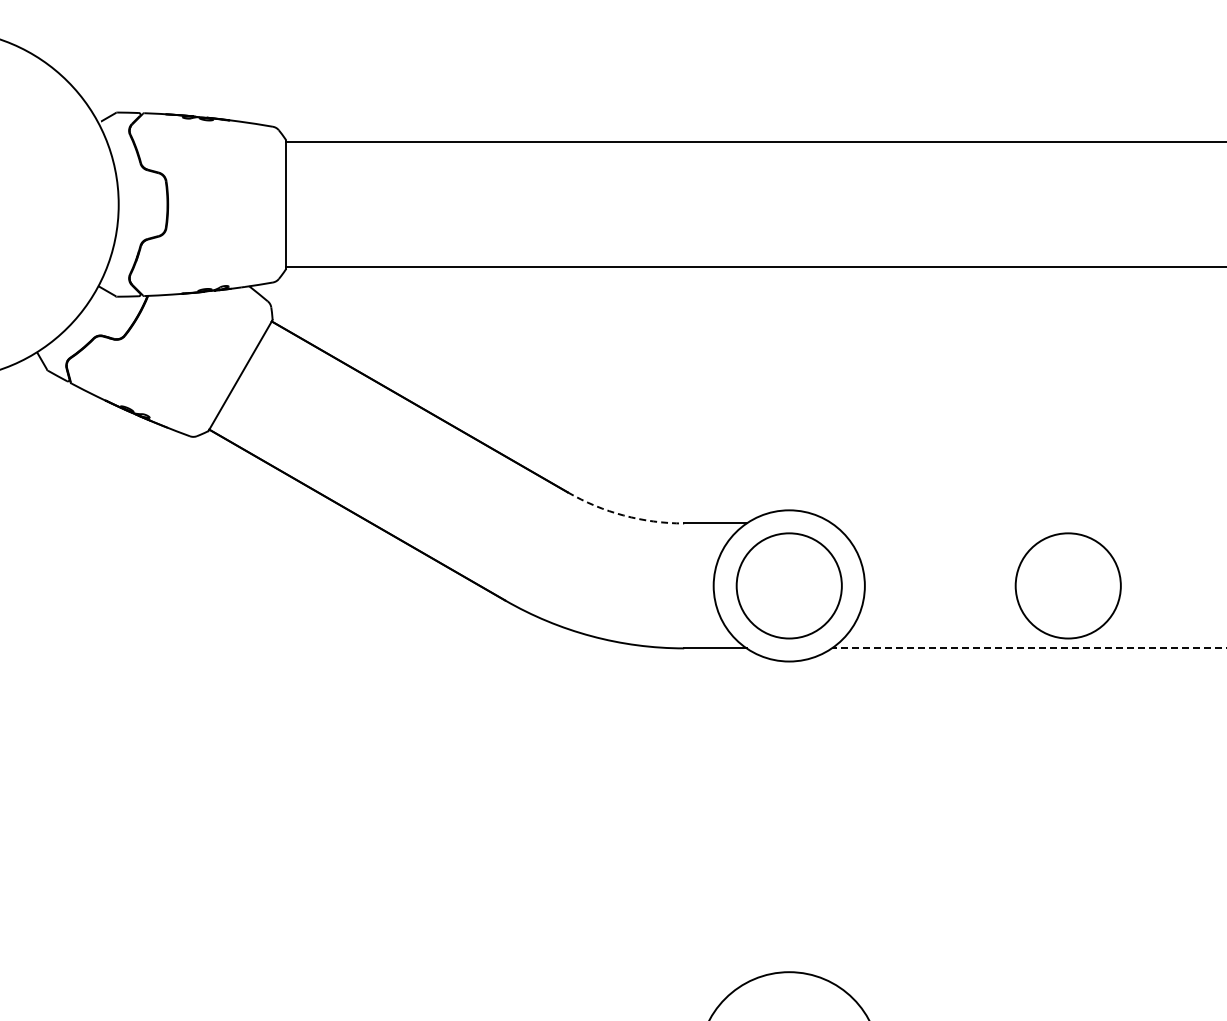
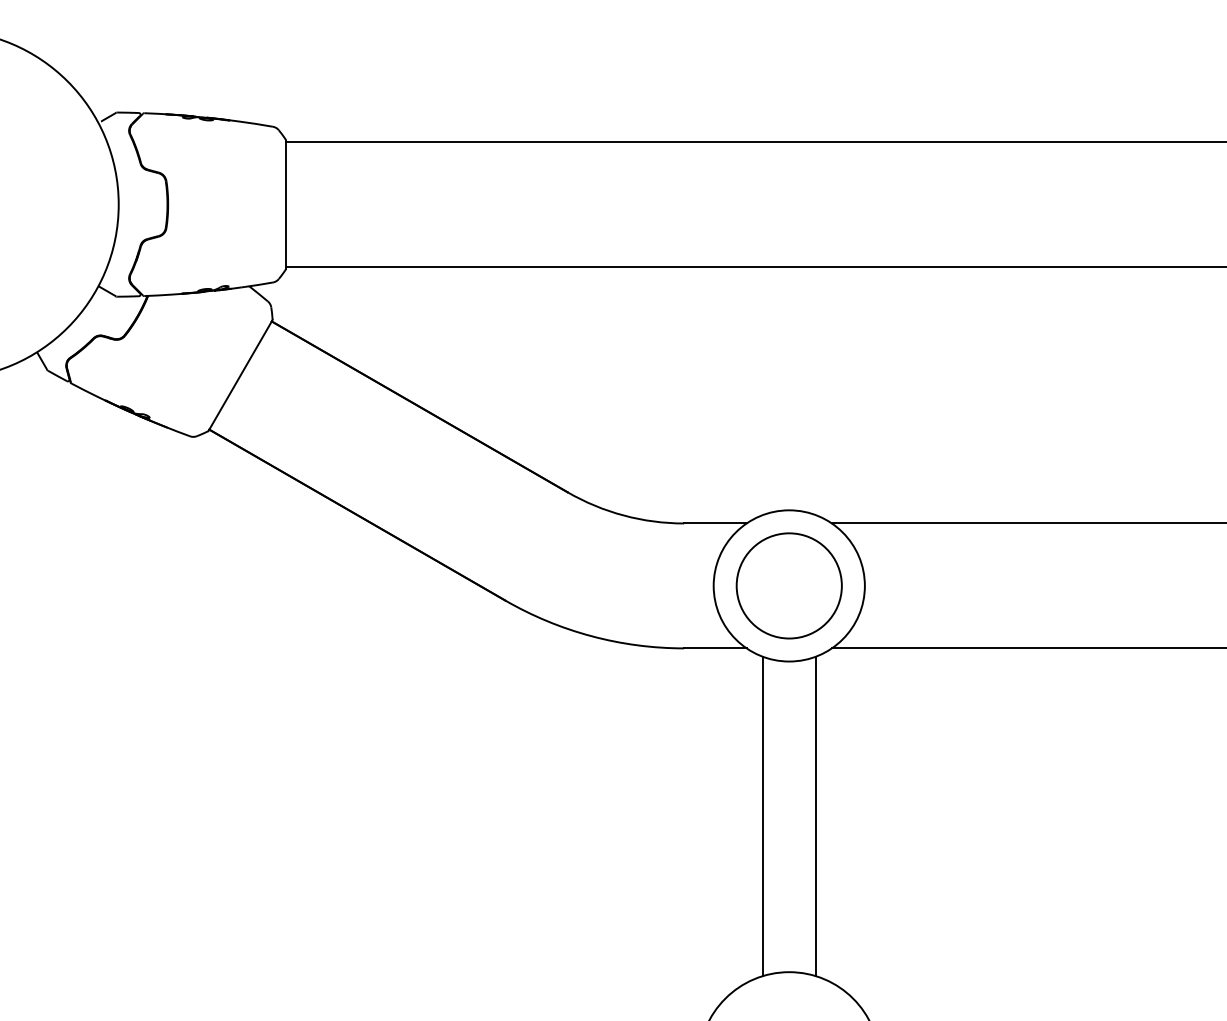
arc at (623, 515): dashed -> solid
line at (1027, 523): none -> present
circle at (1067, 585): present -> none
line at (1028, 648): dashed -> solid
line at (762, 816): none -> present
line at (815, 816): none -> present
